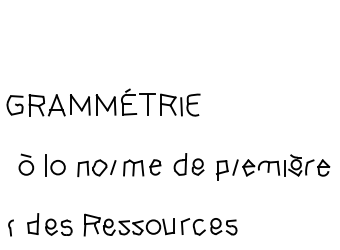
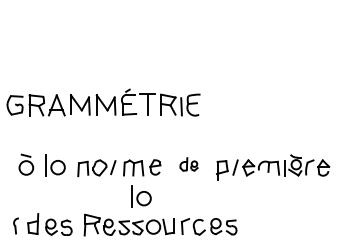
part at (188, 164) size: 32x23 px -> 20x15 px
part at (141, 196): none -> present
part at (10, 227) position: (10, 227) -> (15, 225)
